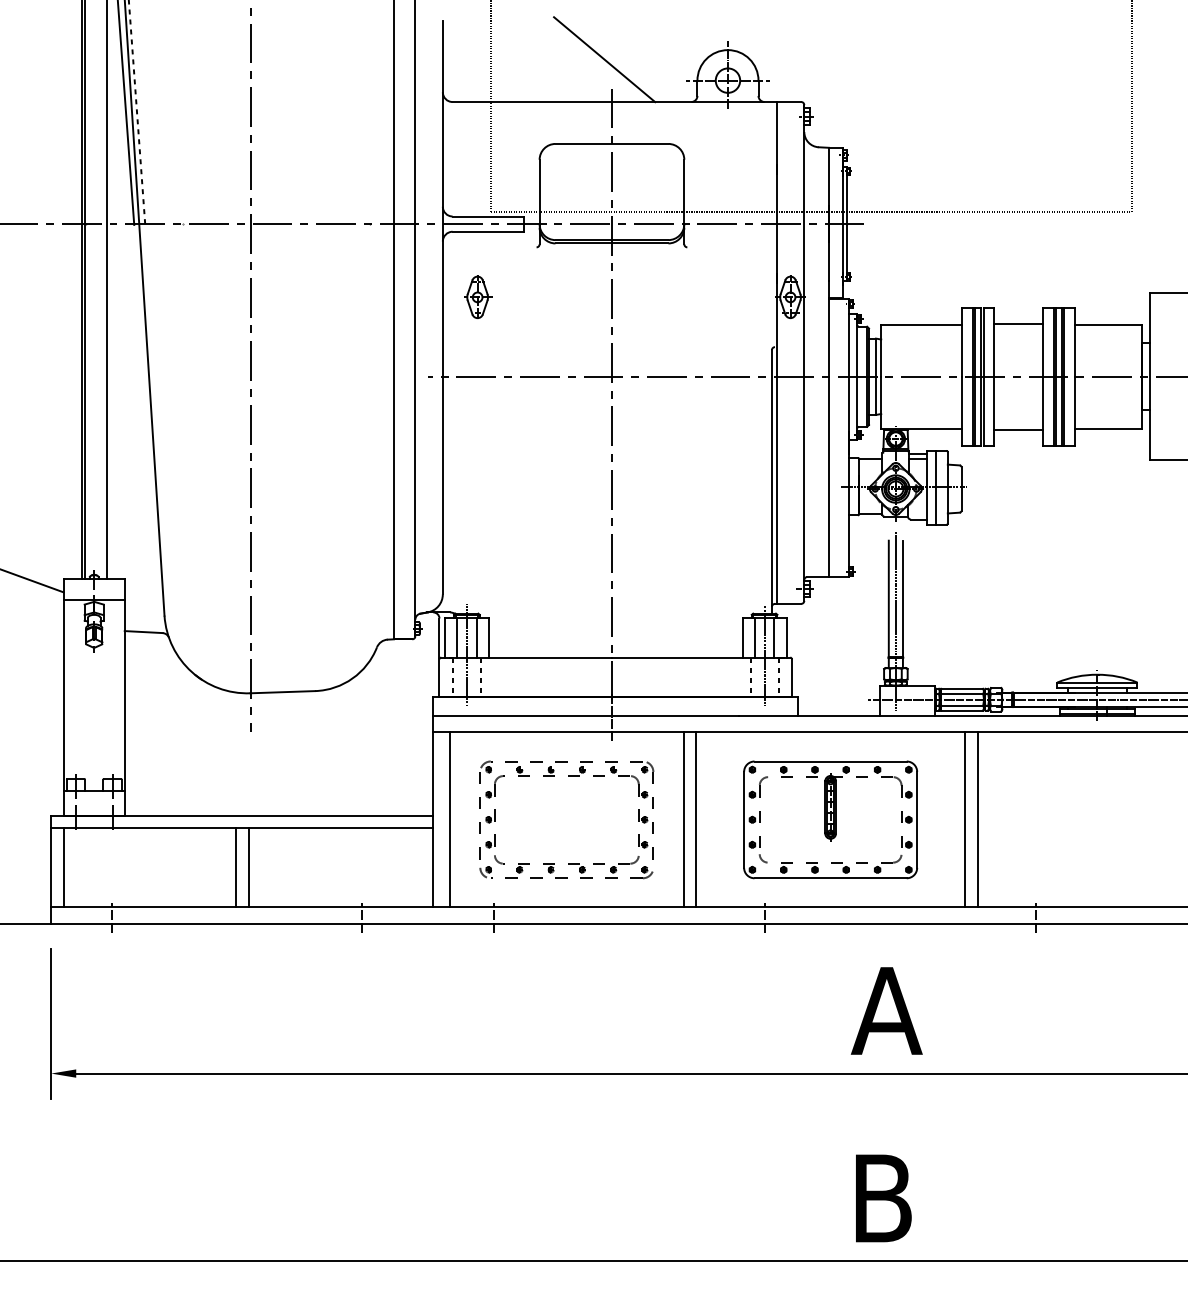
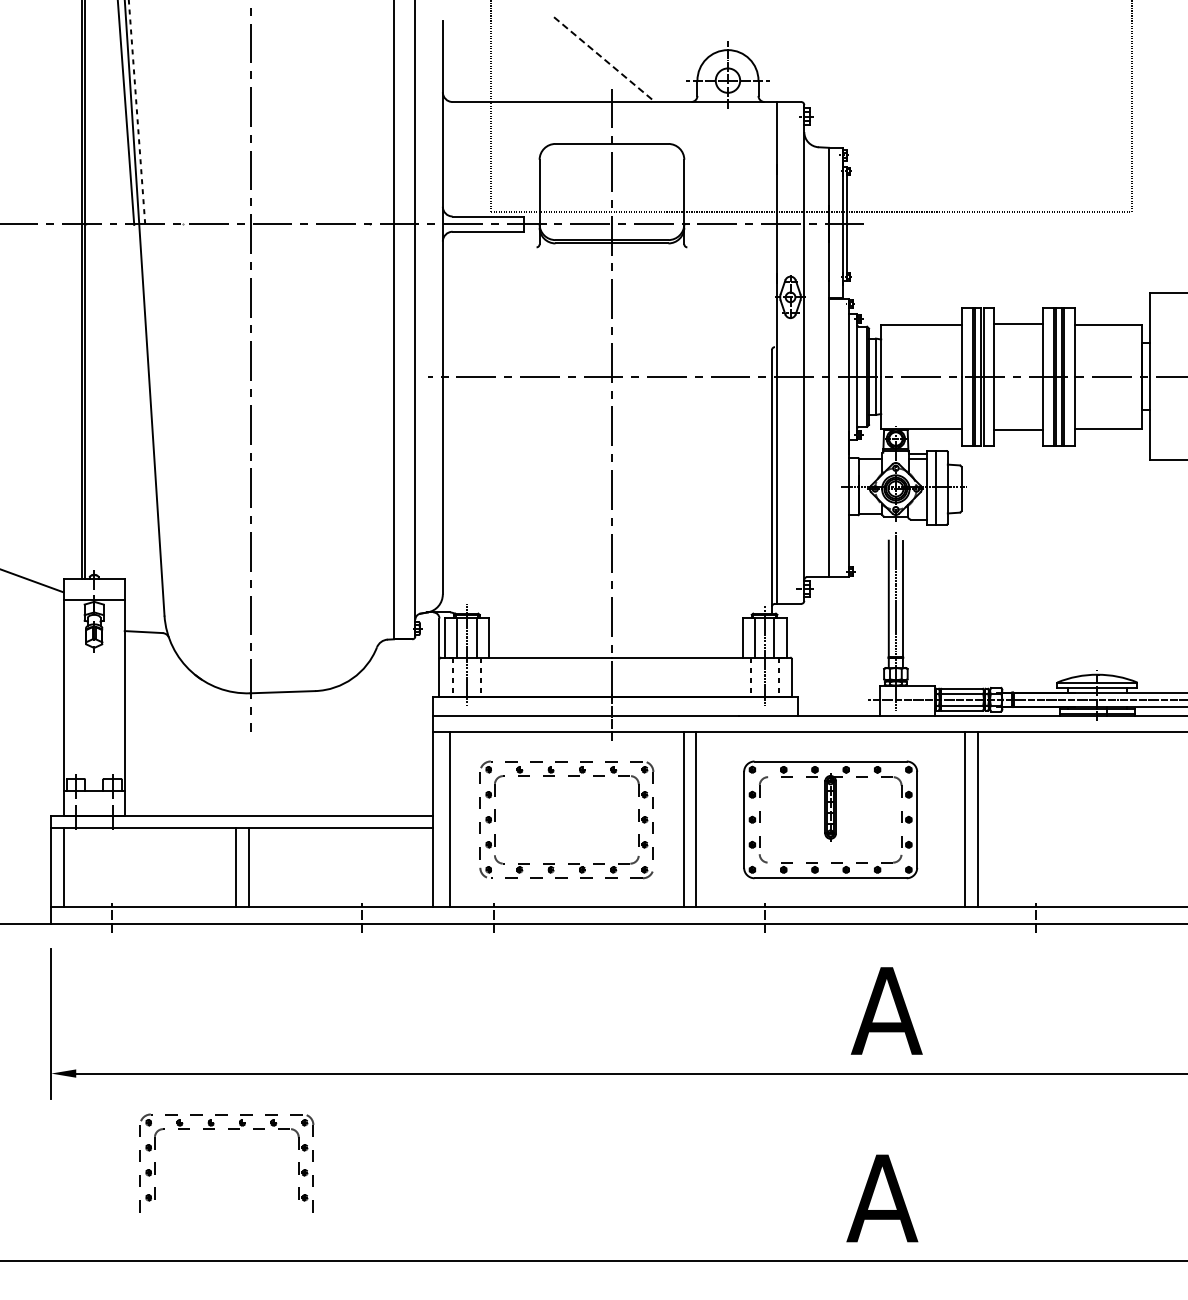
line at (605, 60): solid -> dashed
line at (107, 290): present -> none
part at (478, 296): present -> none
part at (228, 1129): none -> present
text at (882, 1198): B -> A
